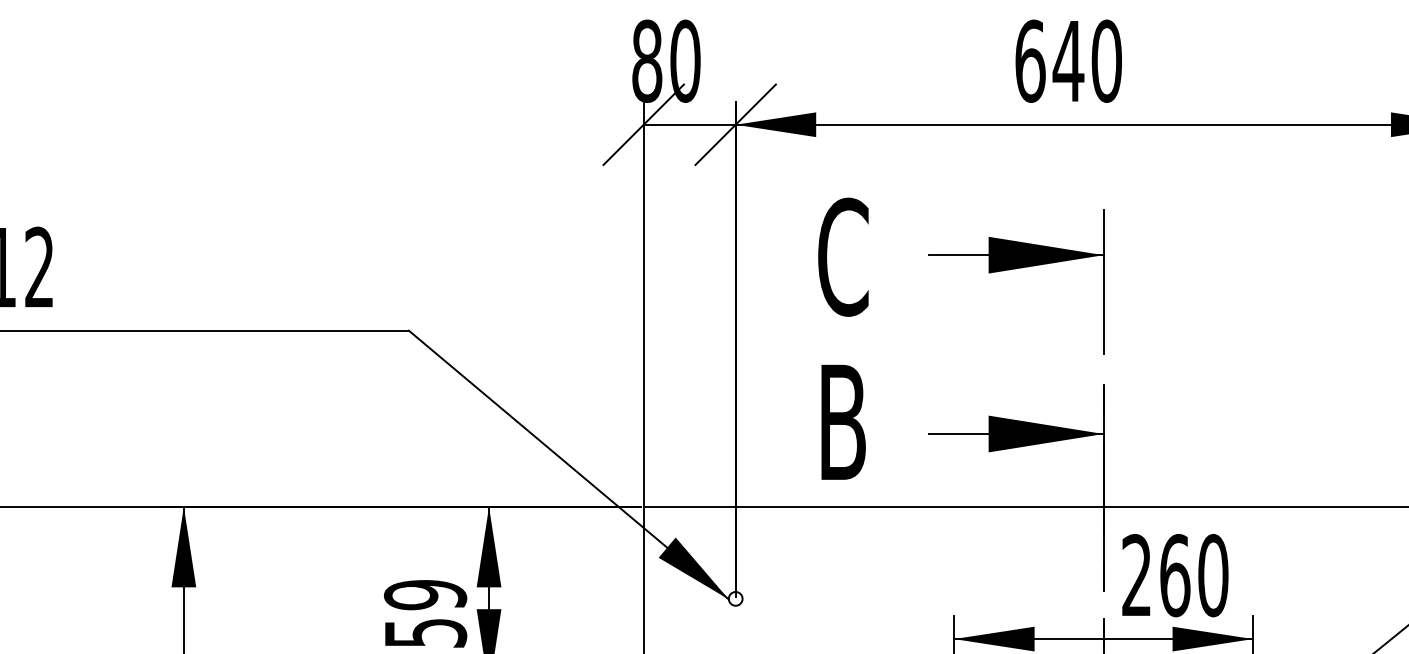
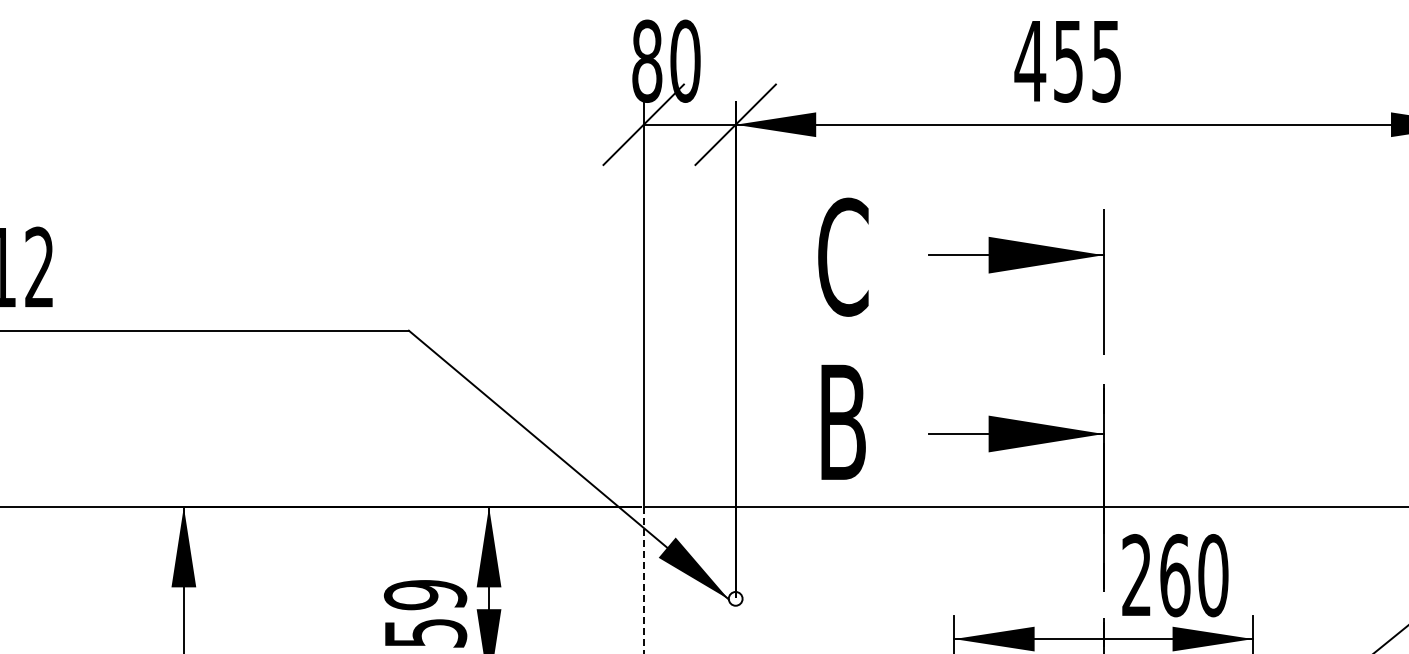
text at (1067, 60): 640 -> 455
line at (643, 580): solid -> dashed
